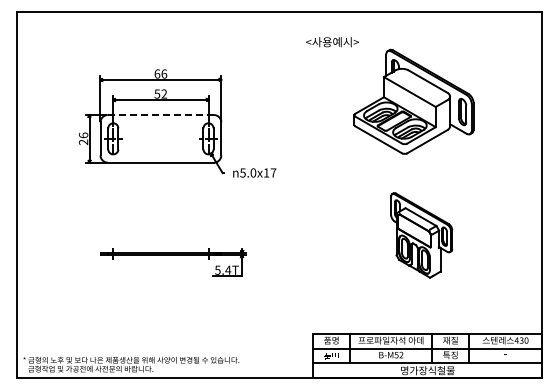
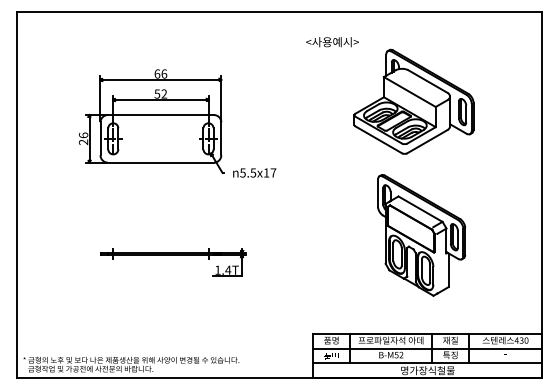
line at (160, 115): dashed -> solid
text at (253, 172): 5.0x17 -> 5.5x17
part at (421, 235) size: 64x87 px -> 90x123 px
text at (217, 269): 5.4T -> 1.4T
